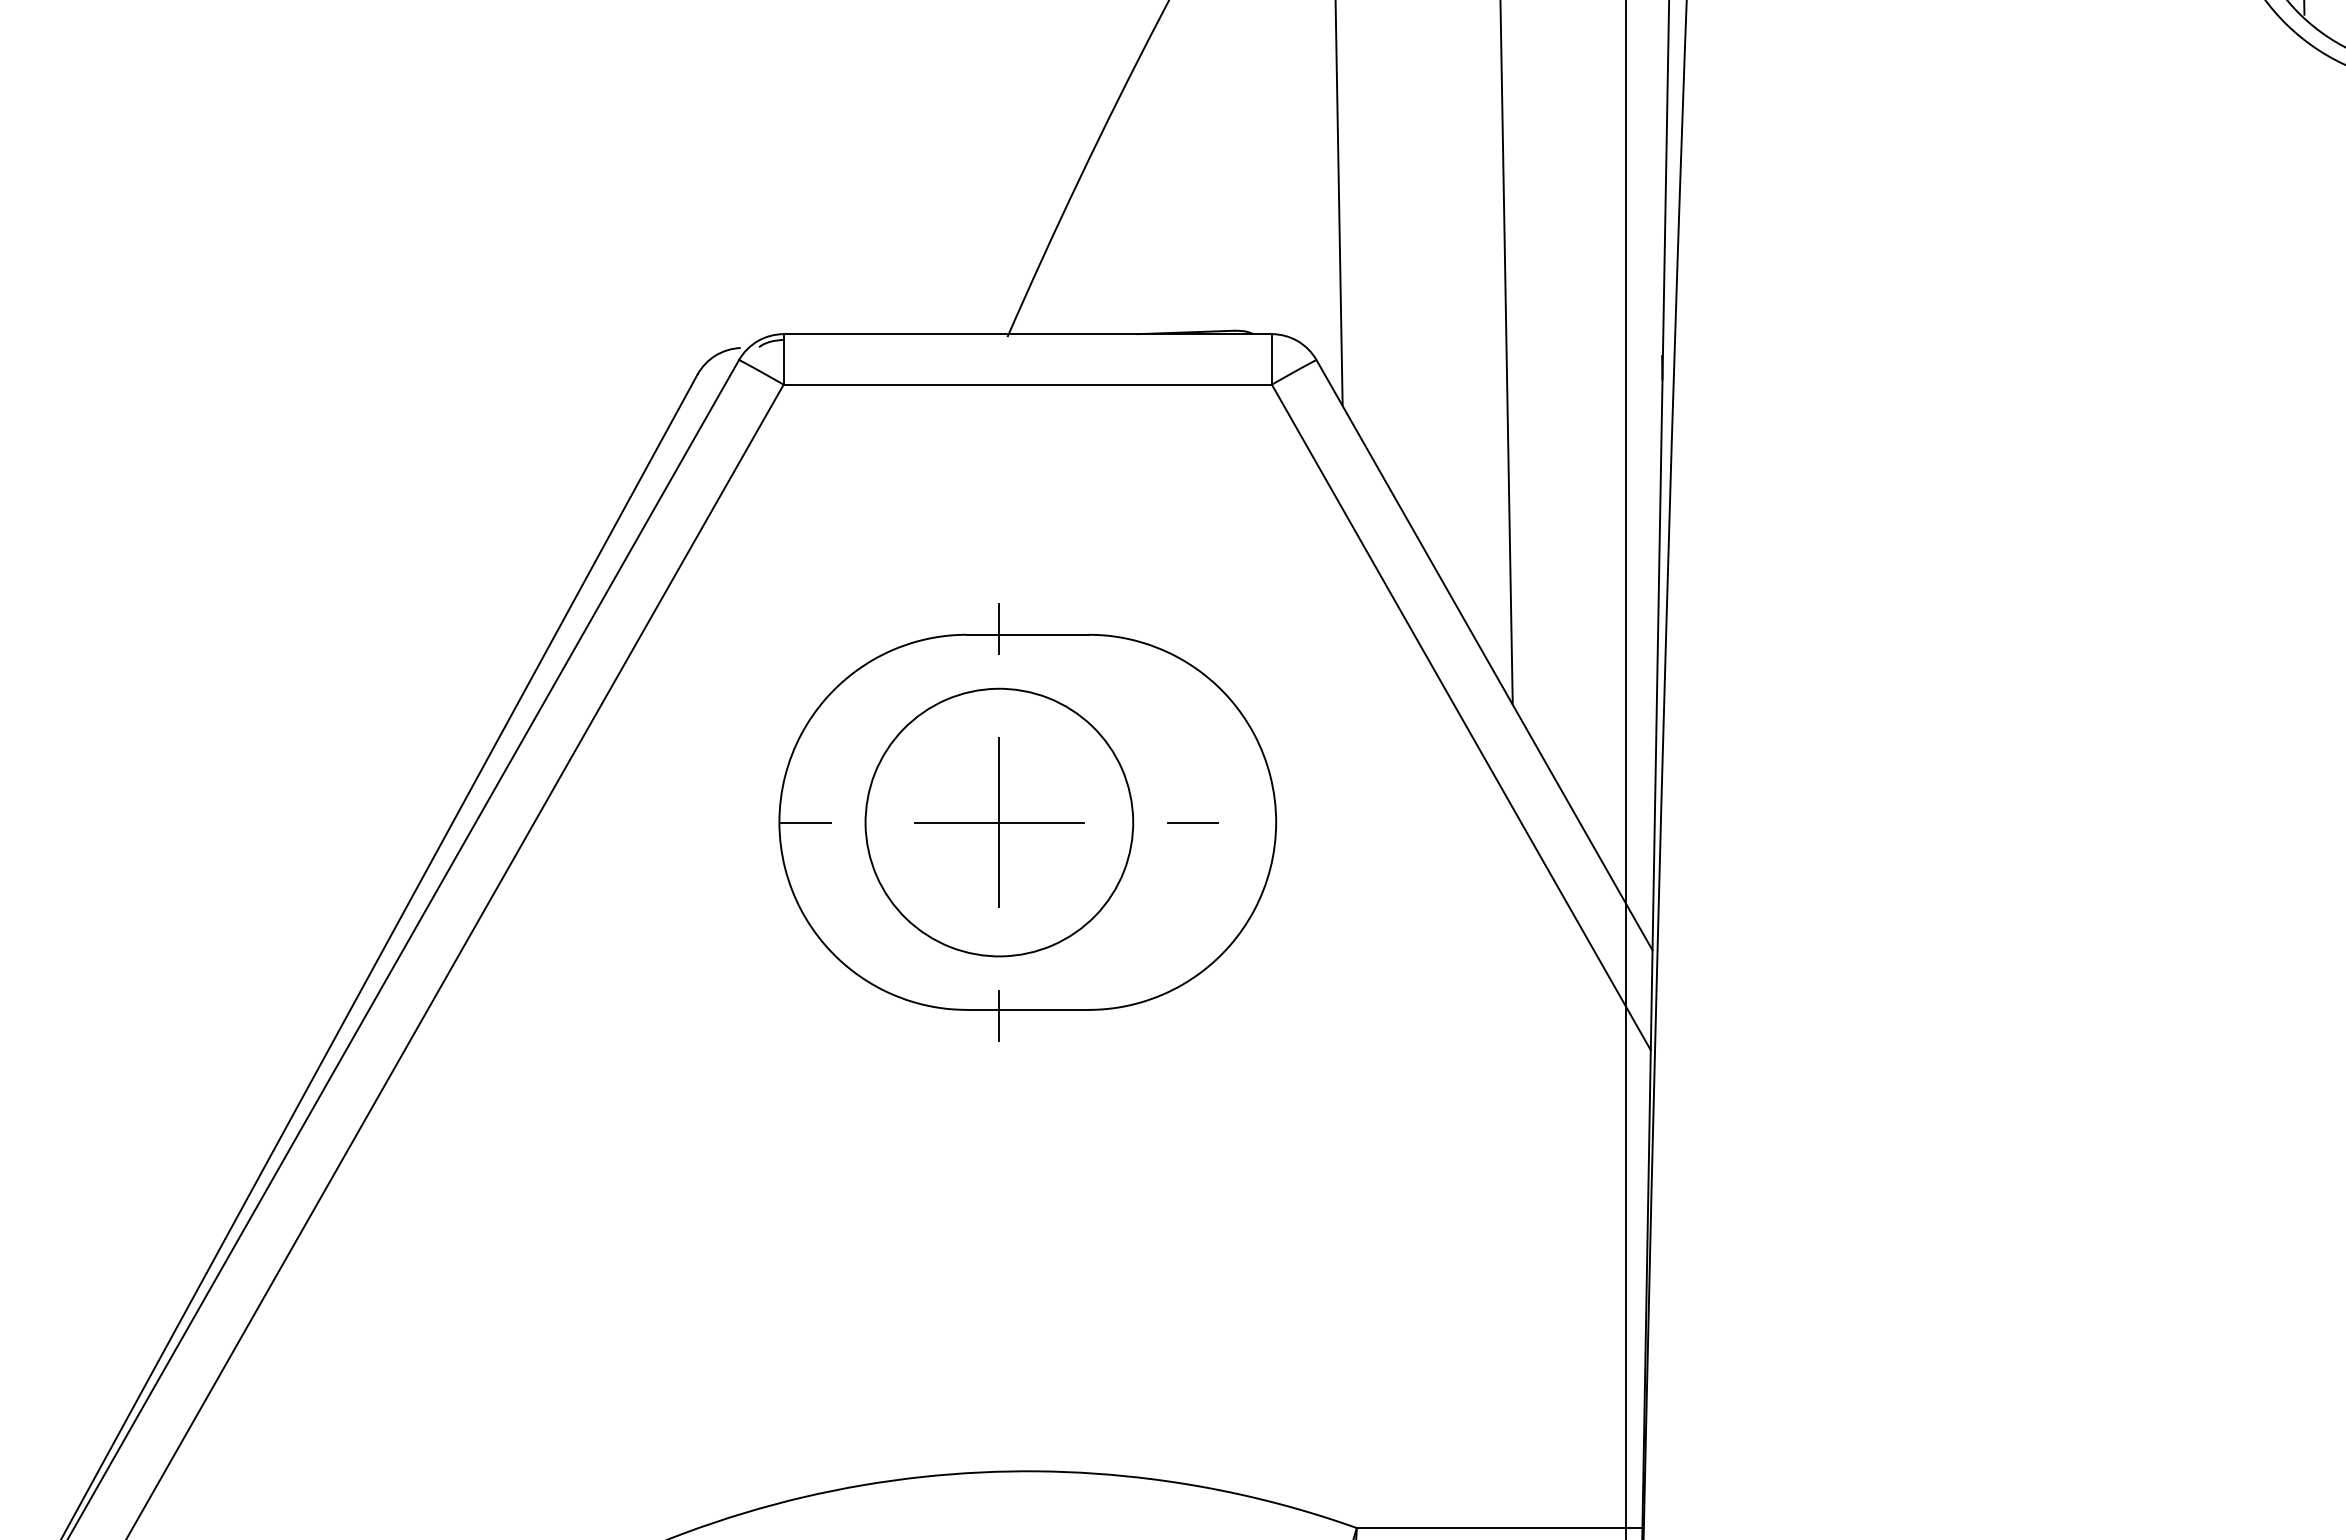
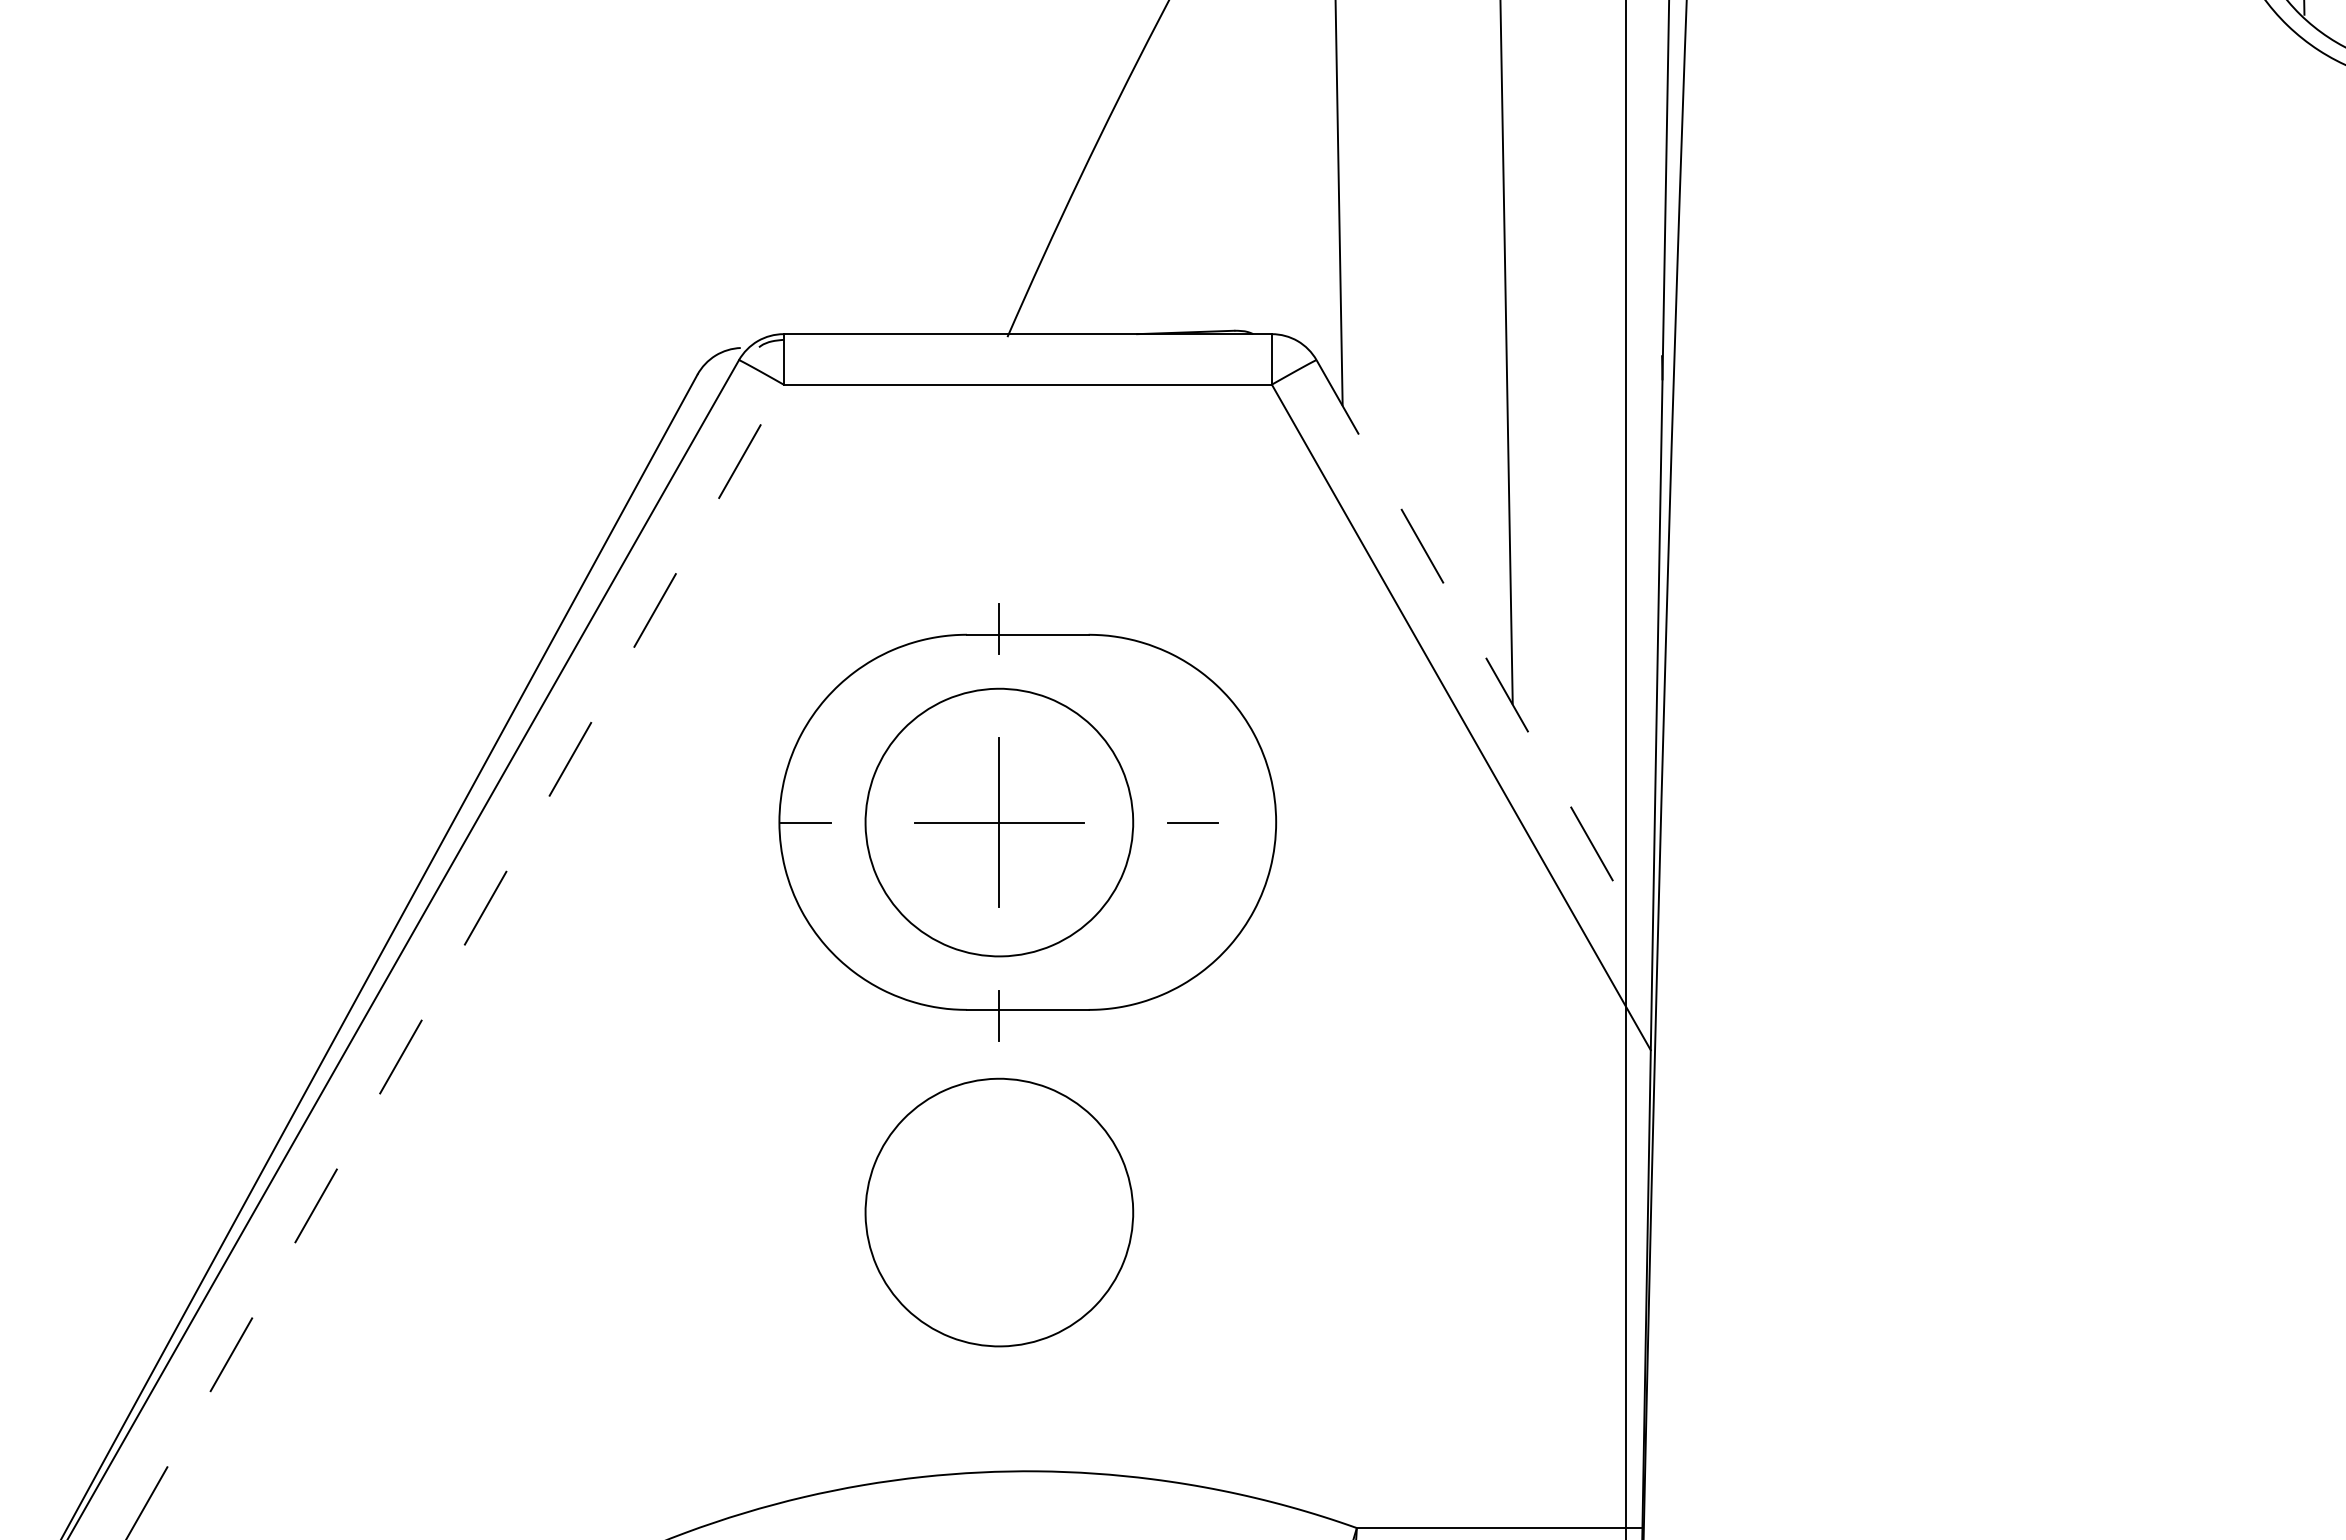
line at (1484, 655): solid -> dashed
line at (454, 962): solid -> dashed
part at (999, 1212): none -> present
